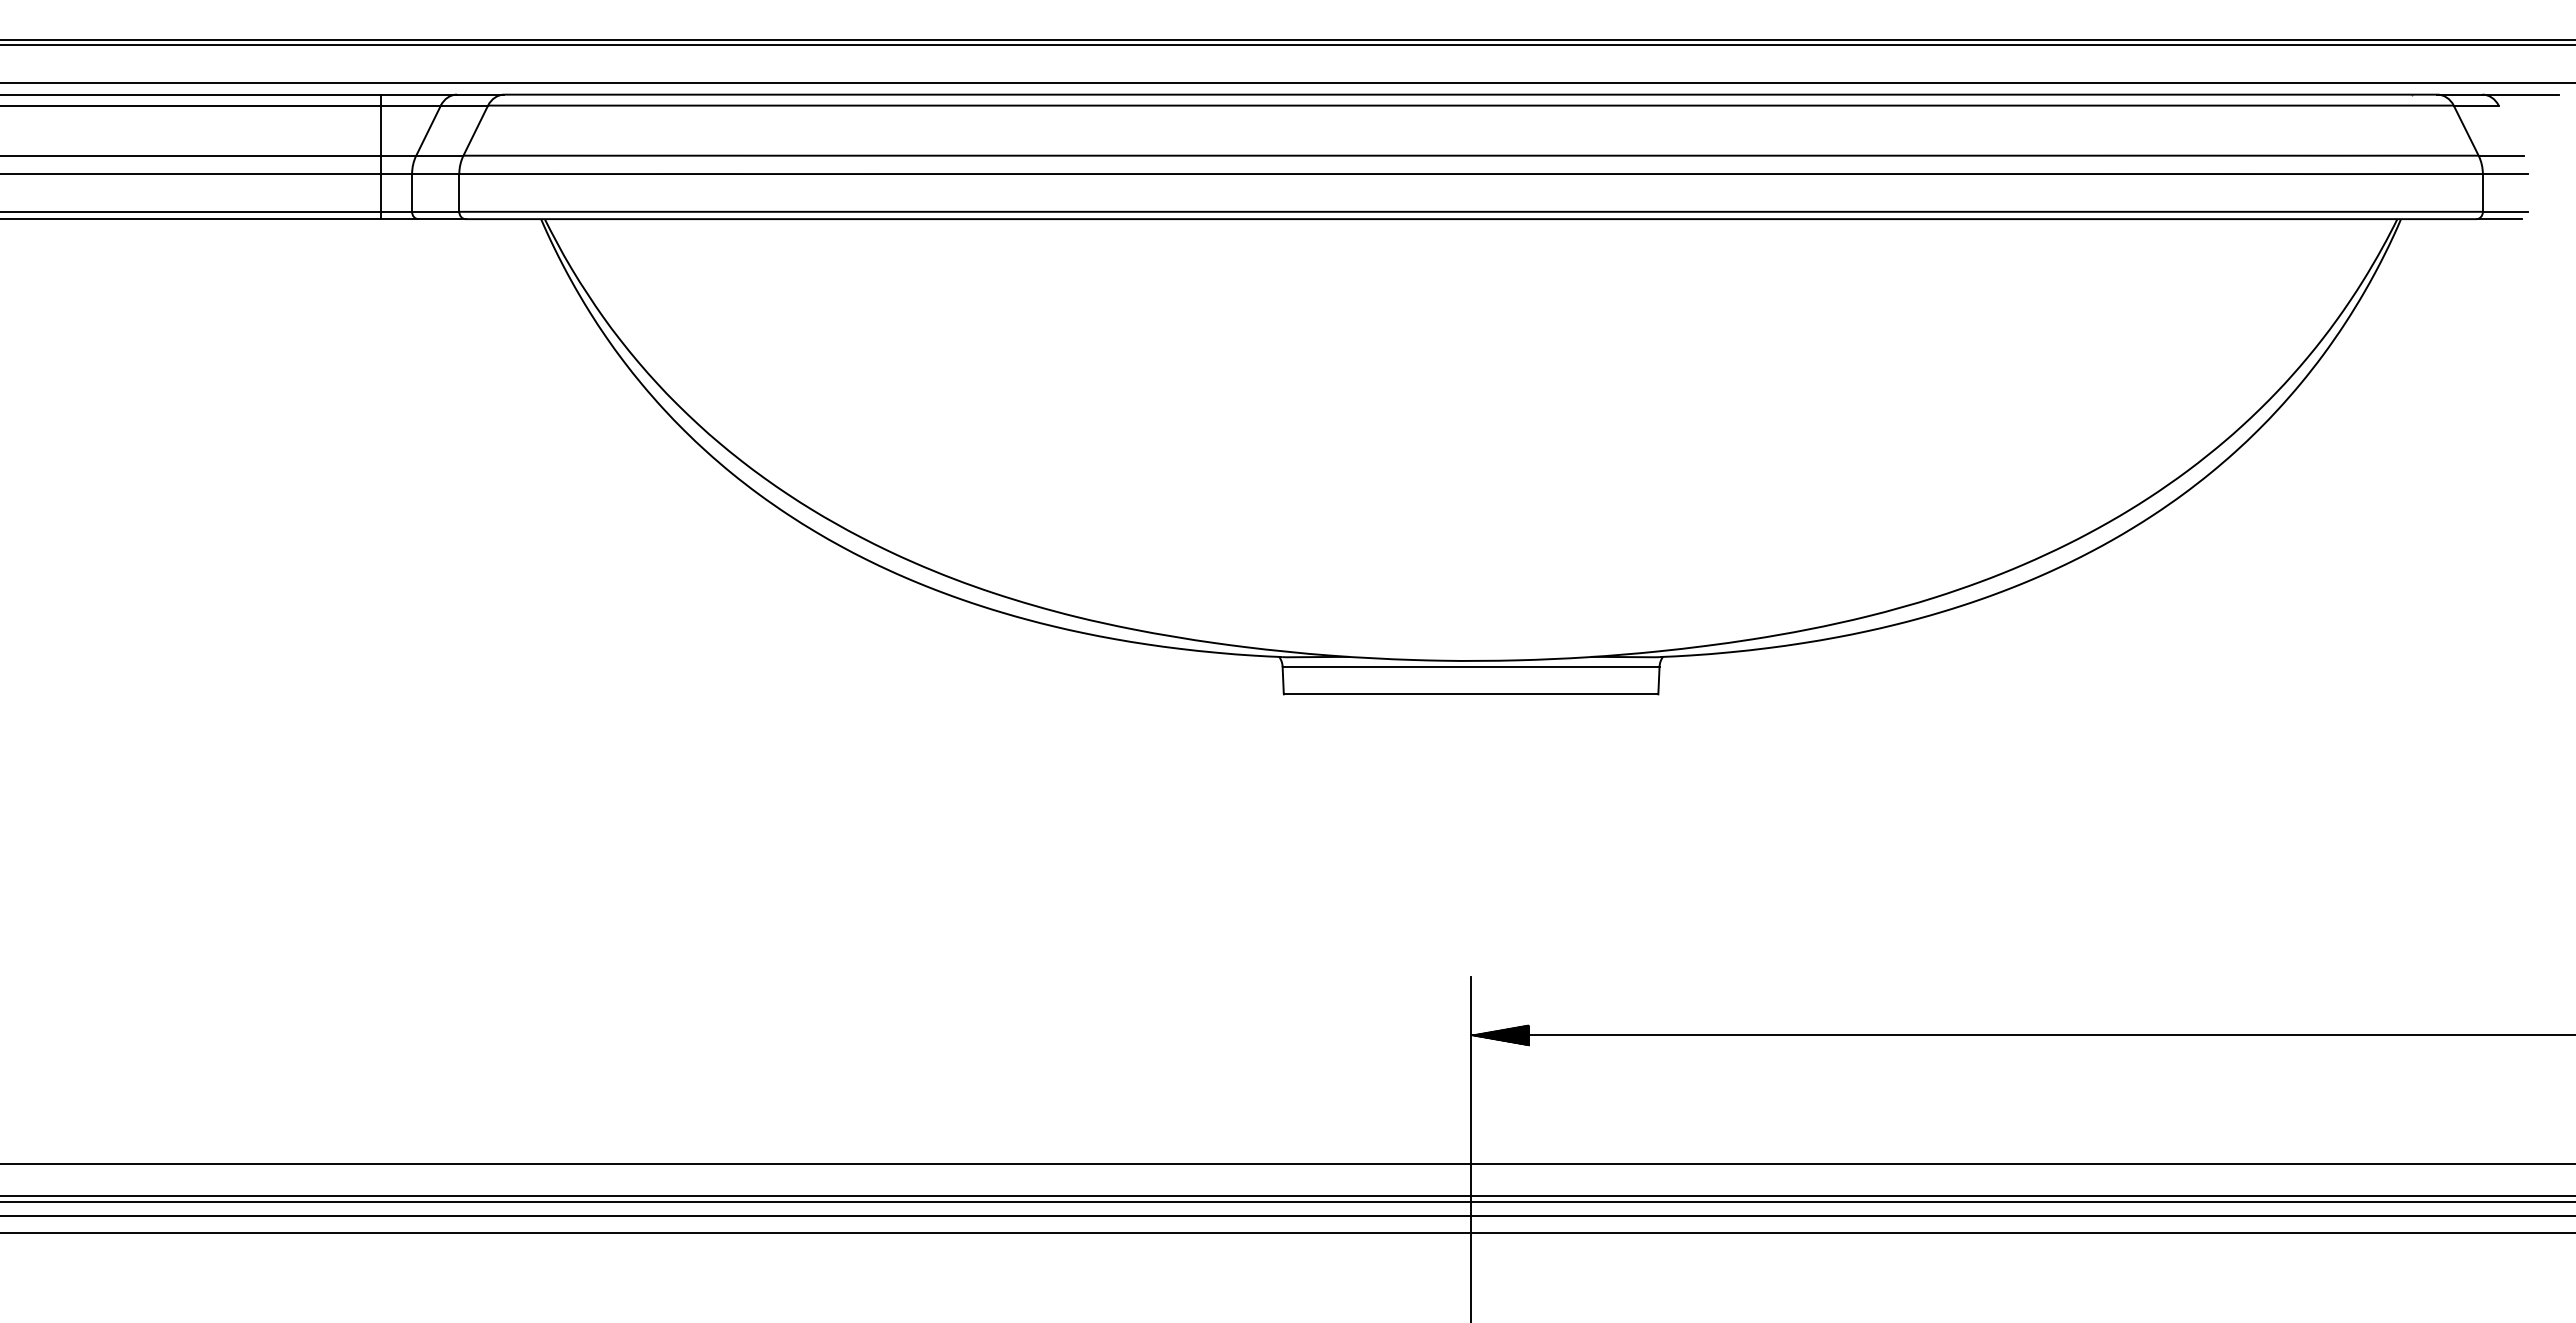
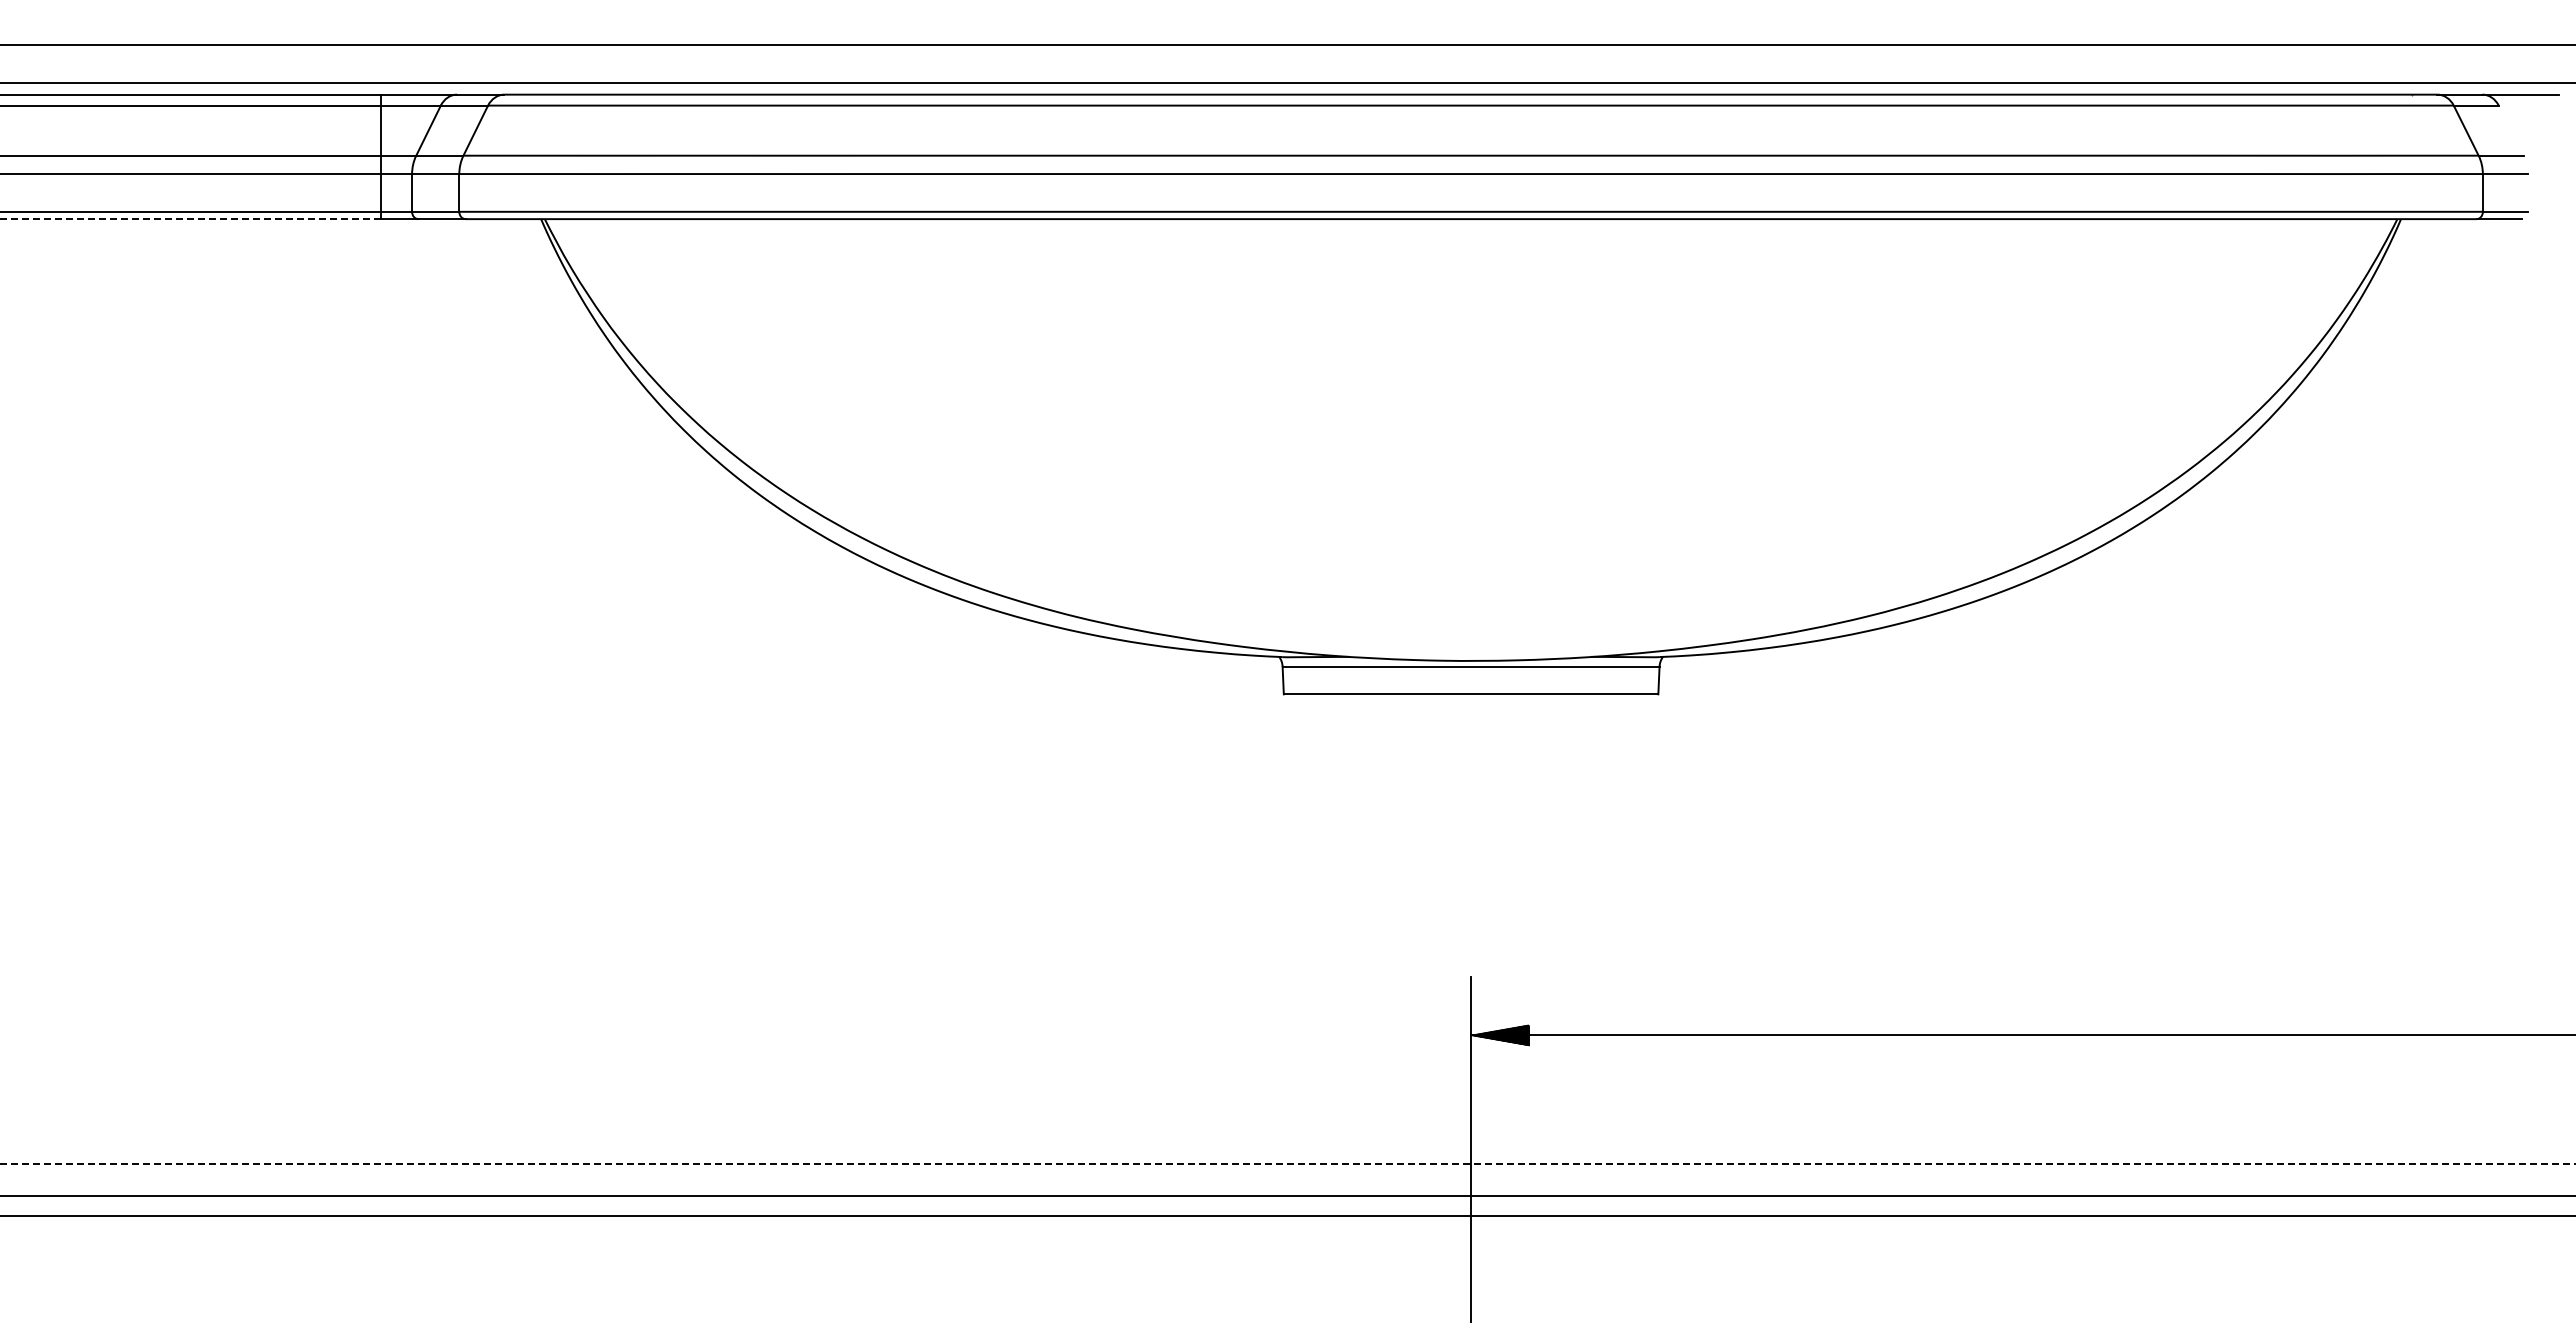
line at (1287, 39): present -> none
line at (191, 219): solid -> dashed
line at (1288, 1164): solid -> dashed
line at (1287, 1202): present -> none
line at (1287, 1233): present -> none
